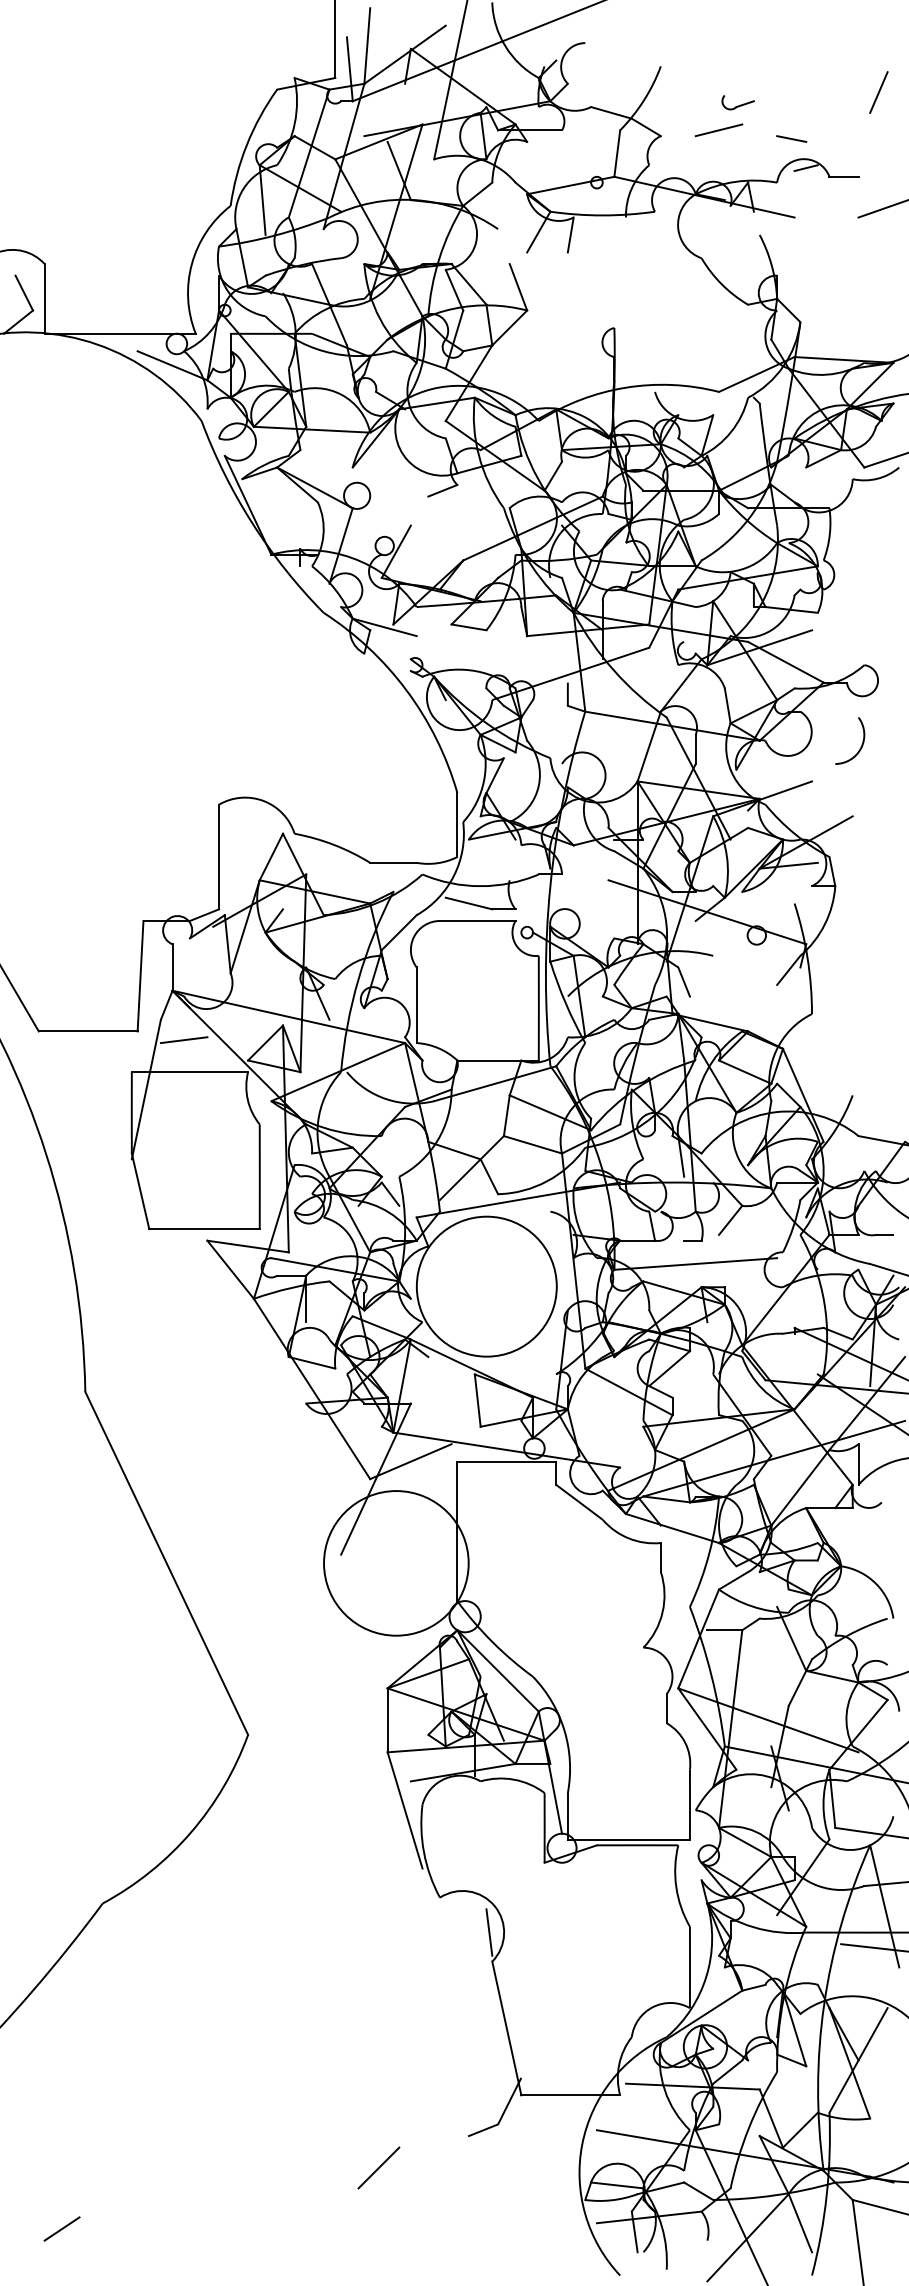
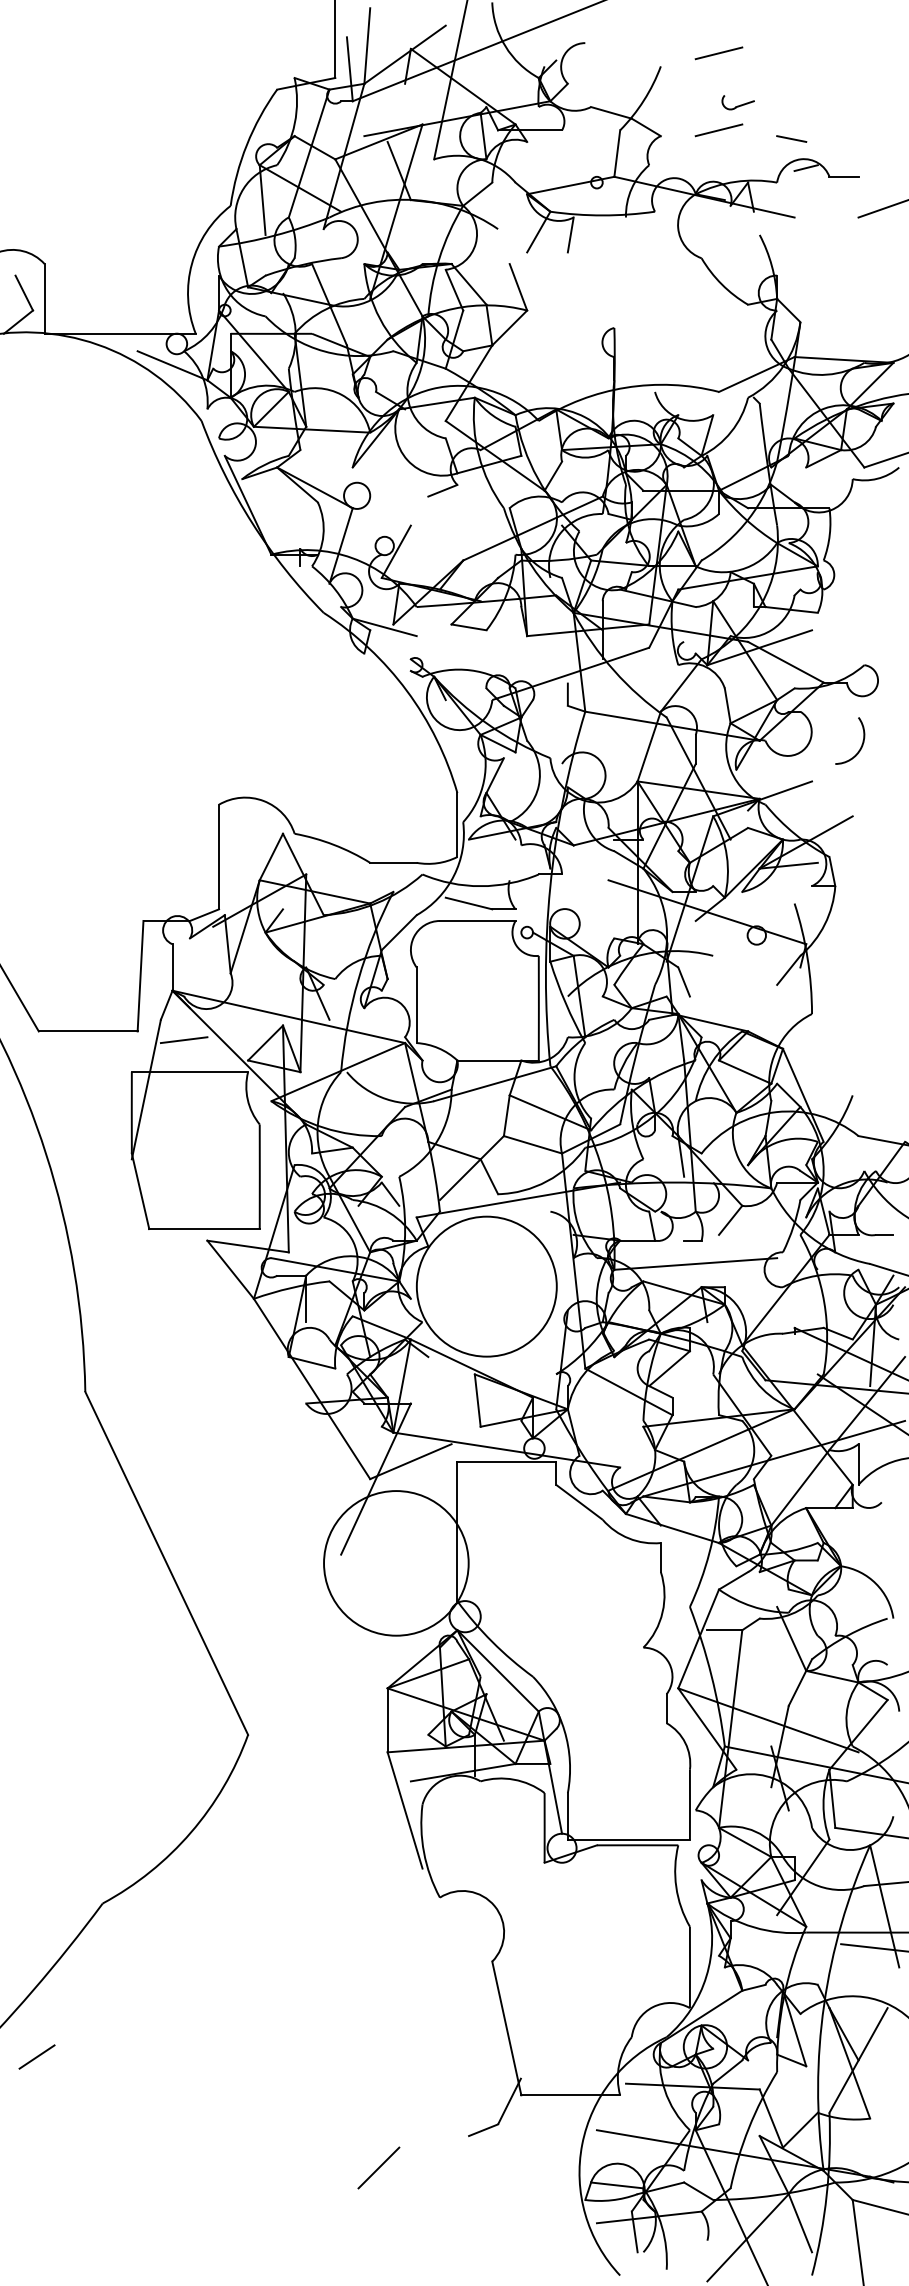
line at (718, 53): none -> present
line at (878, 92): present -> none
line at (489, 1932): present -> none
line at (61, 2228) position: (61, 2228) -> (36, 2056)
